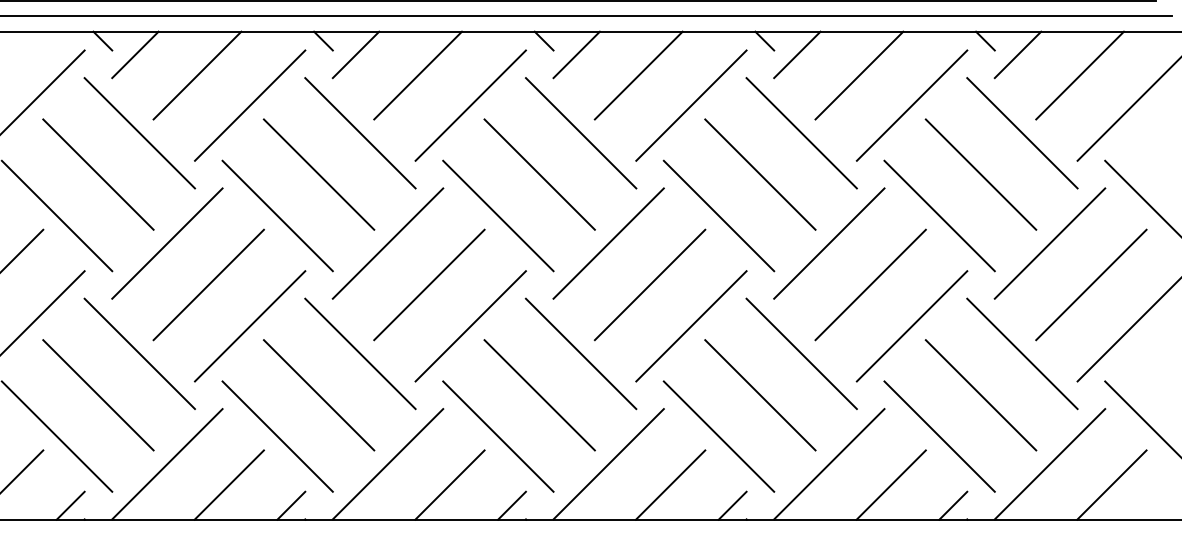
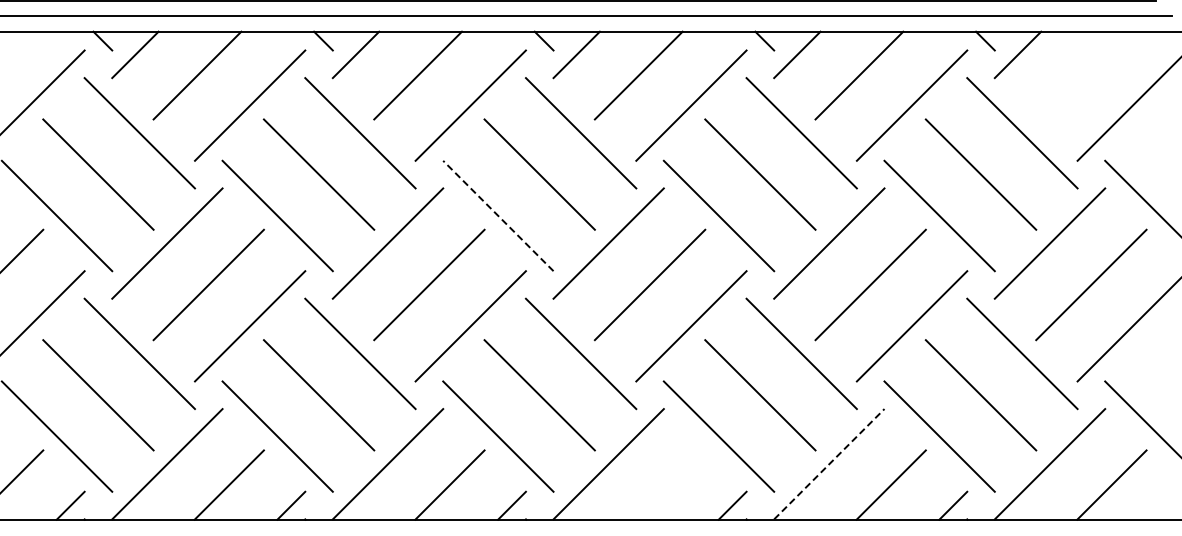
line at (1079, 75): present -> none
line at (498, 215): solid -> dashed
line at (829, 463): solid -> dashed
line at (670, 484): present -> none
